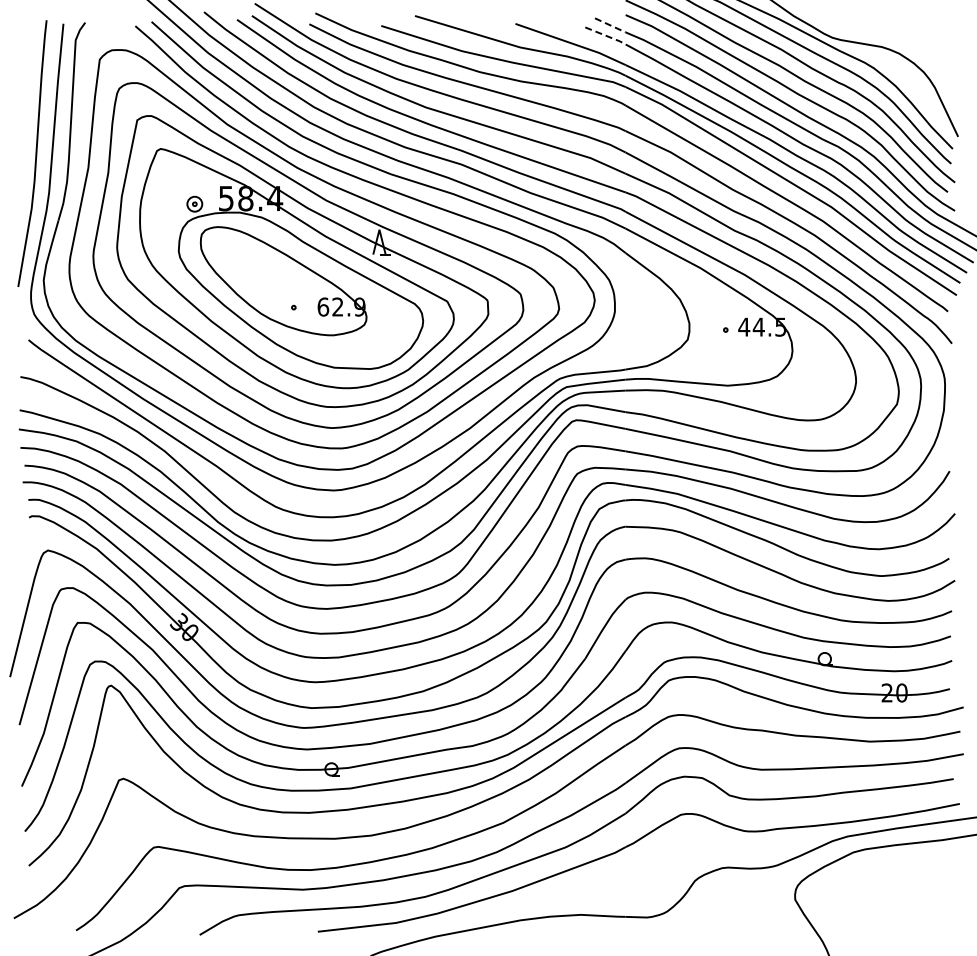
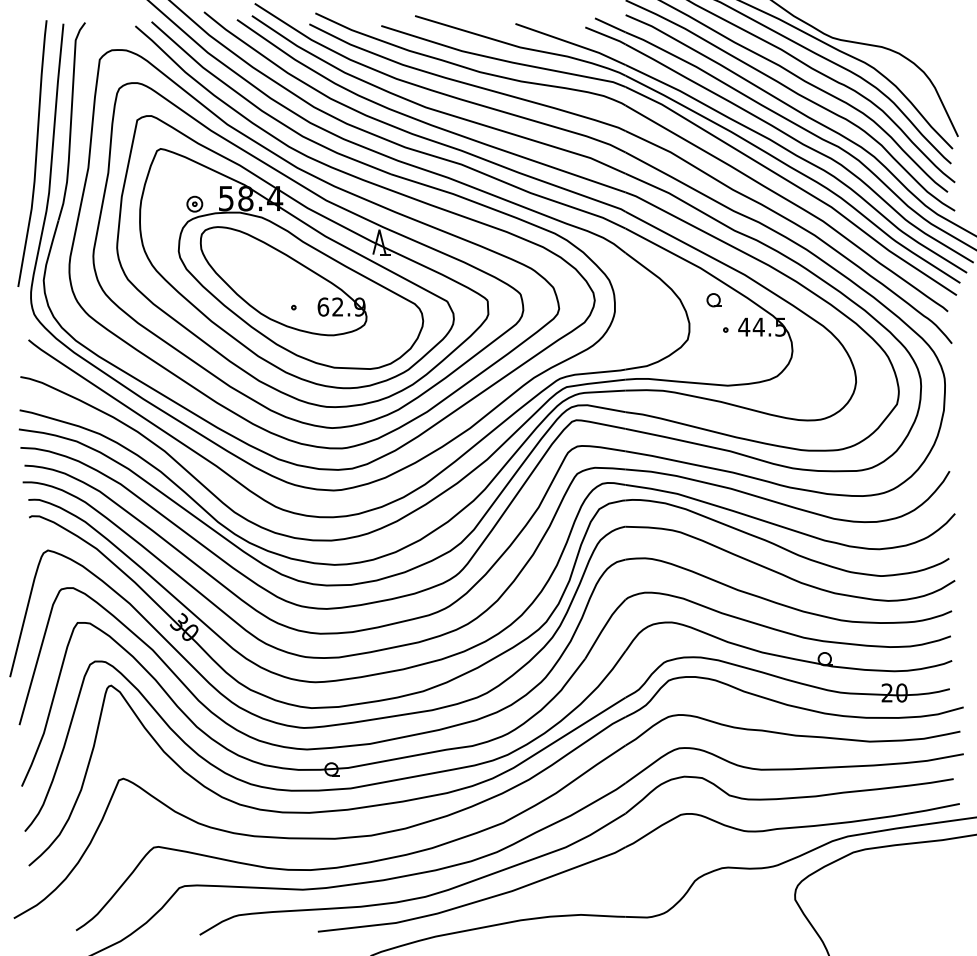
line at (610, 25): dashed -> solid
line at (606, 35): dashed -> solid
part at (713, 300): none -> present
